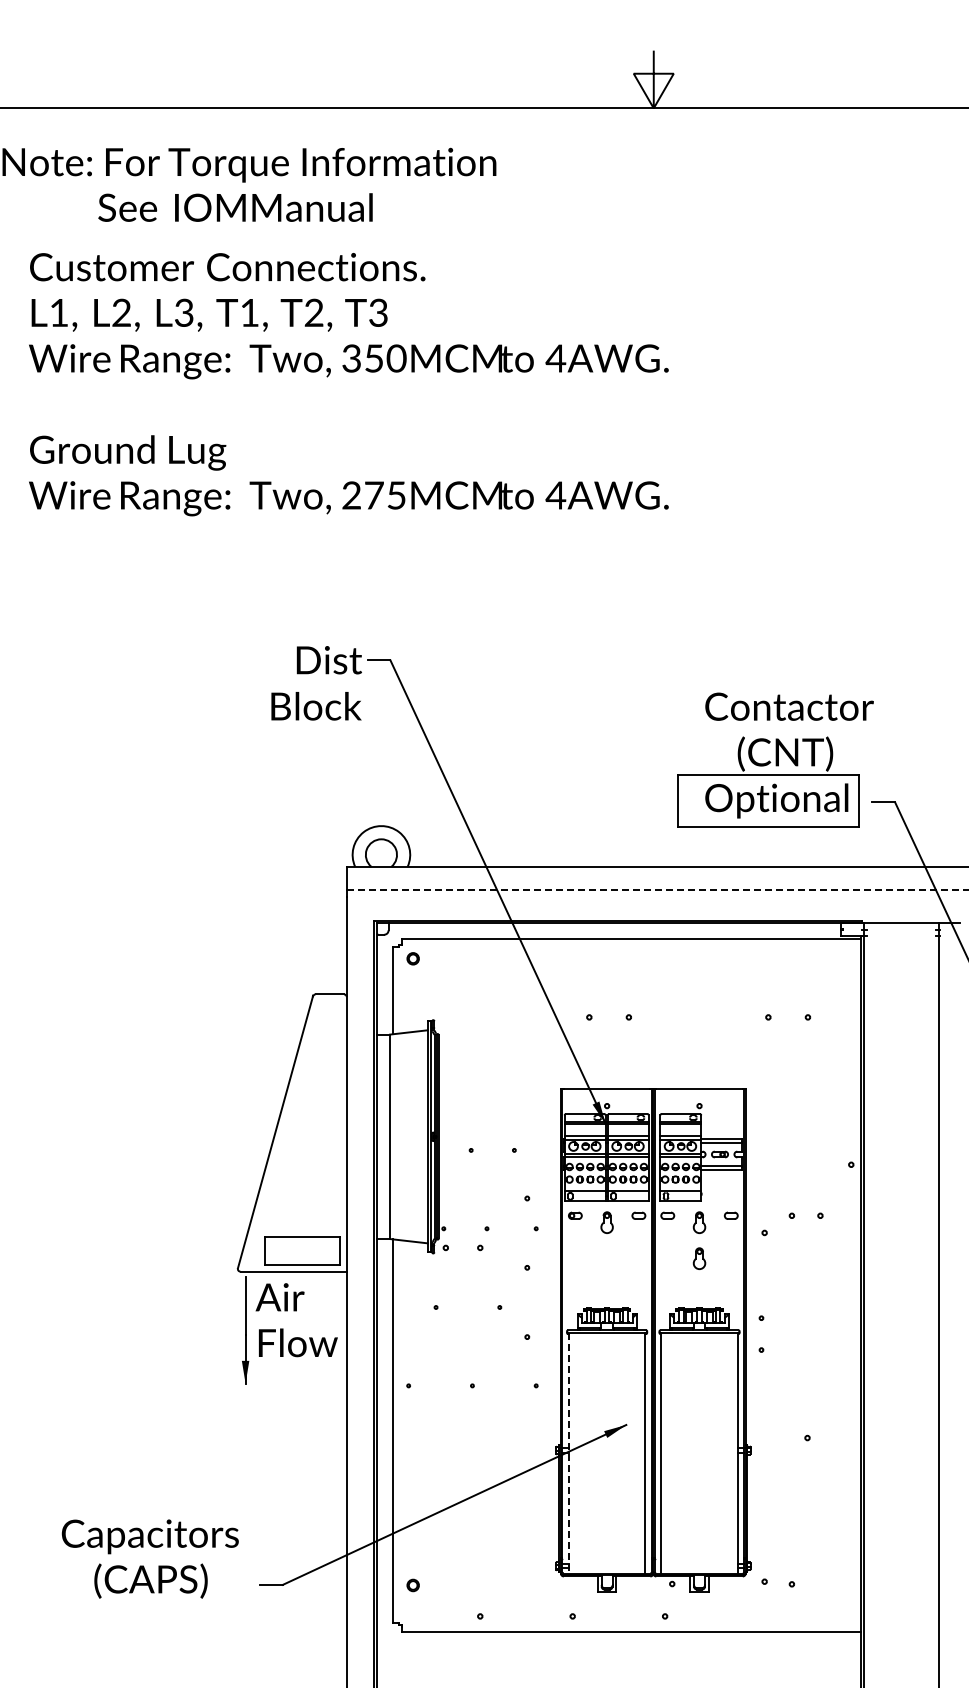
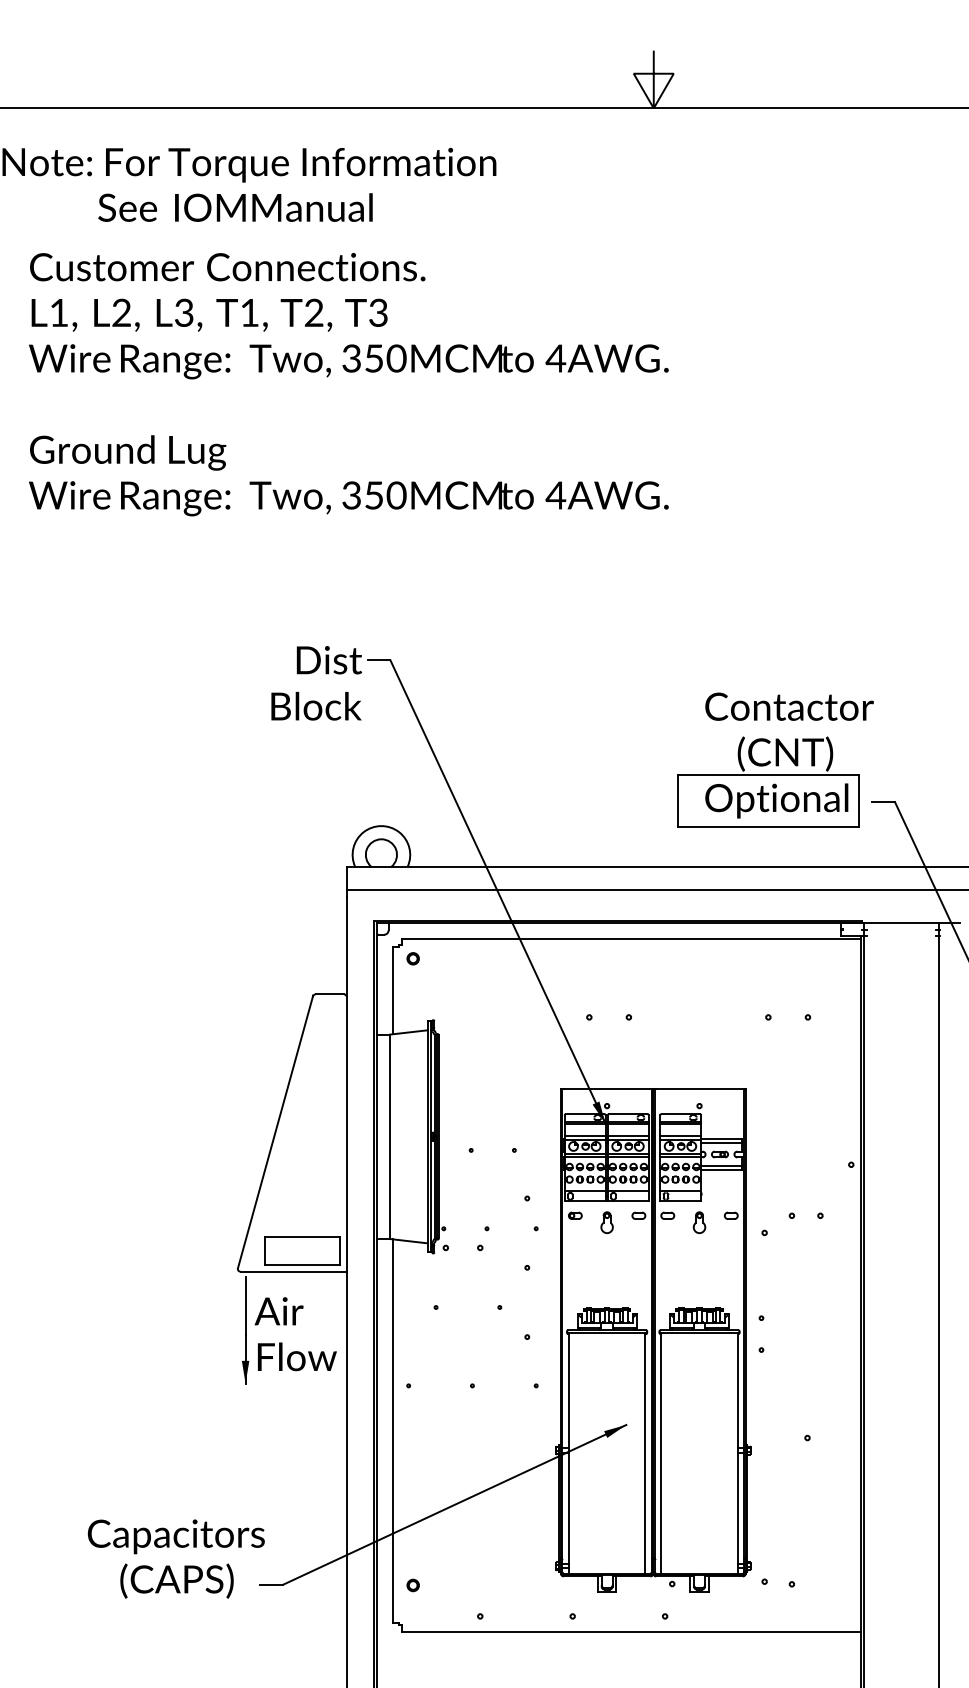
text at (374, 495): 275MCM -> 350MCM
line at (657, 889): dashed -> solid
part at (699, 1258): present -> none
text at (296, 1320) position: (296, 1320) -> (295, 1334)
line at (568, 1453): dashed -> solid
text at (149, 1558) position: (149, 1558) -> (175, 1558)
